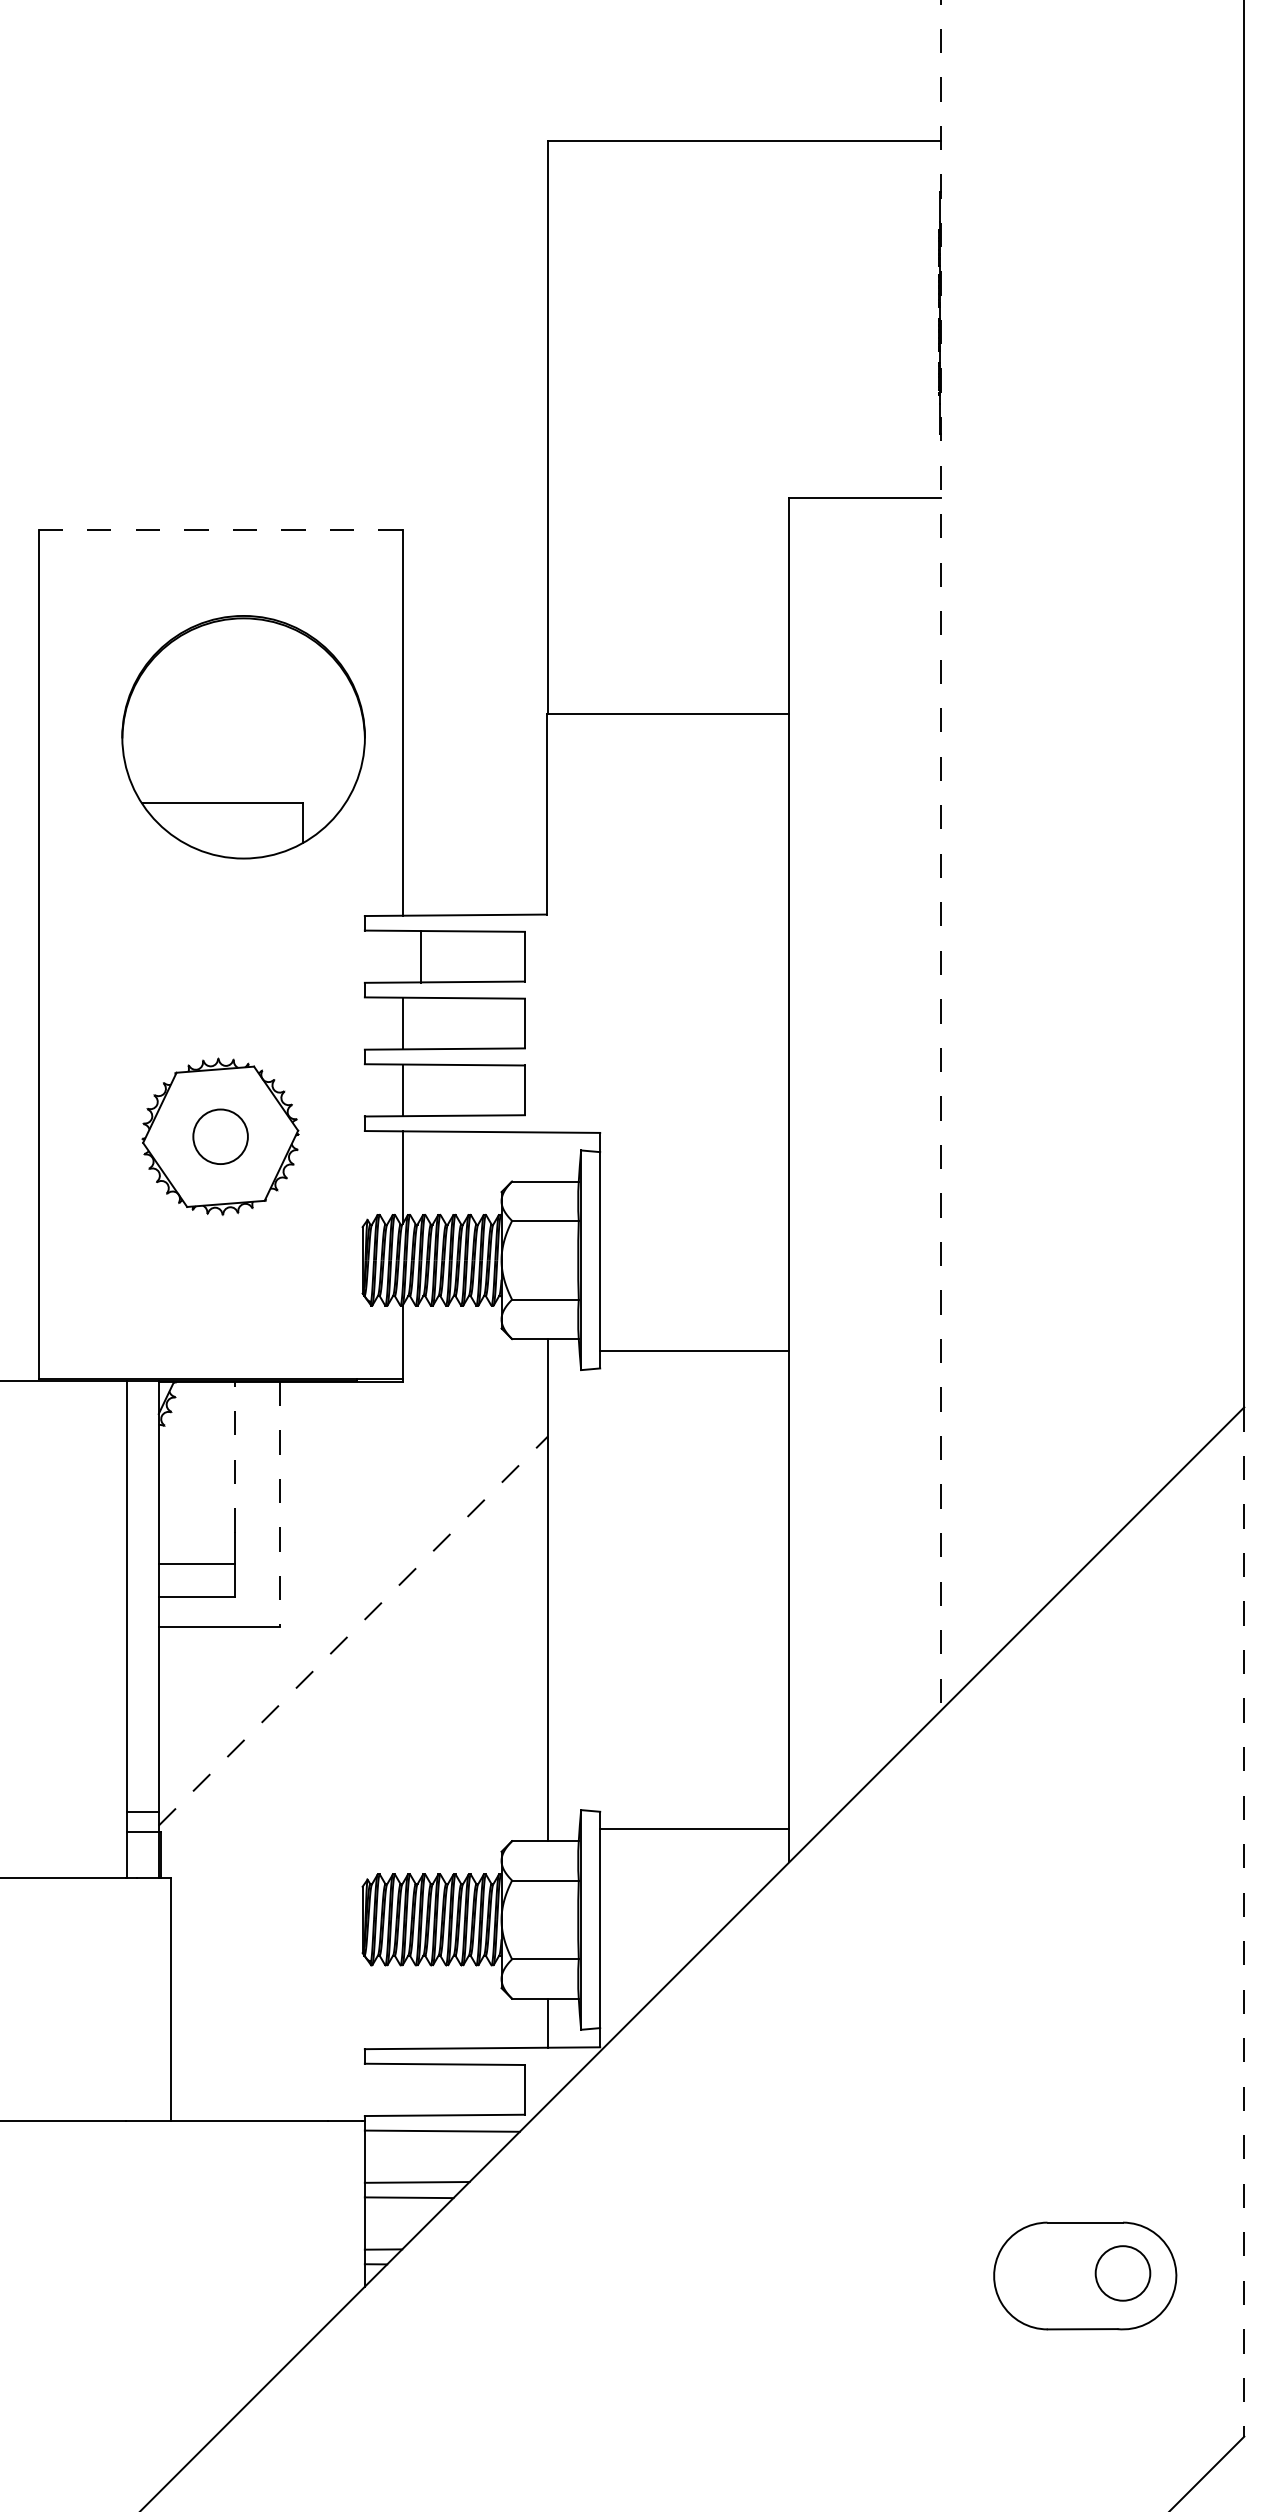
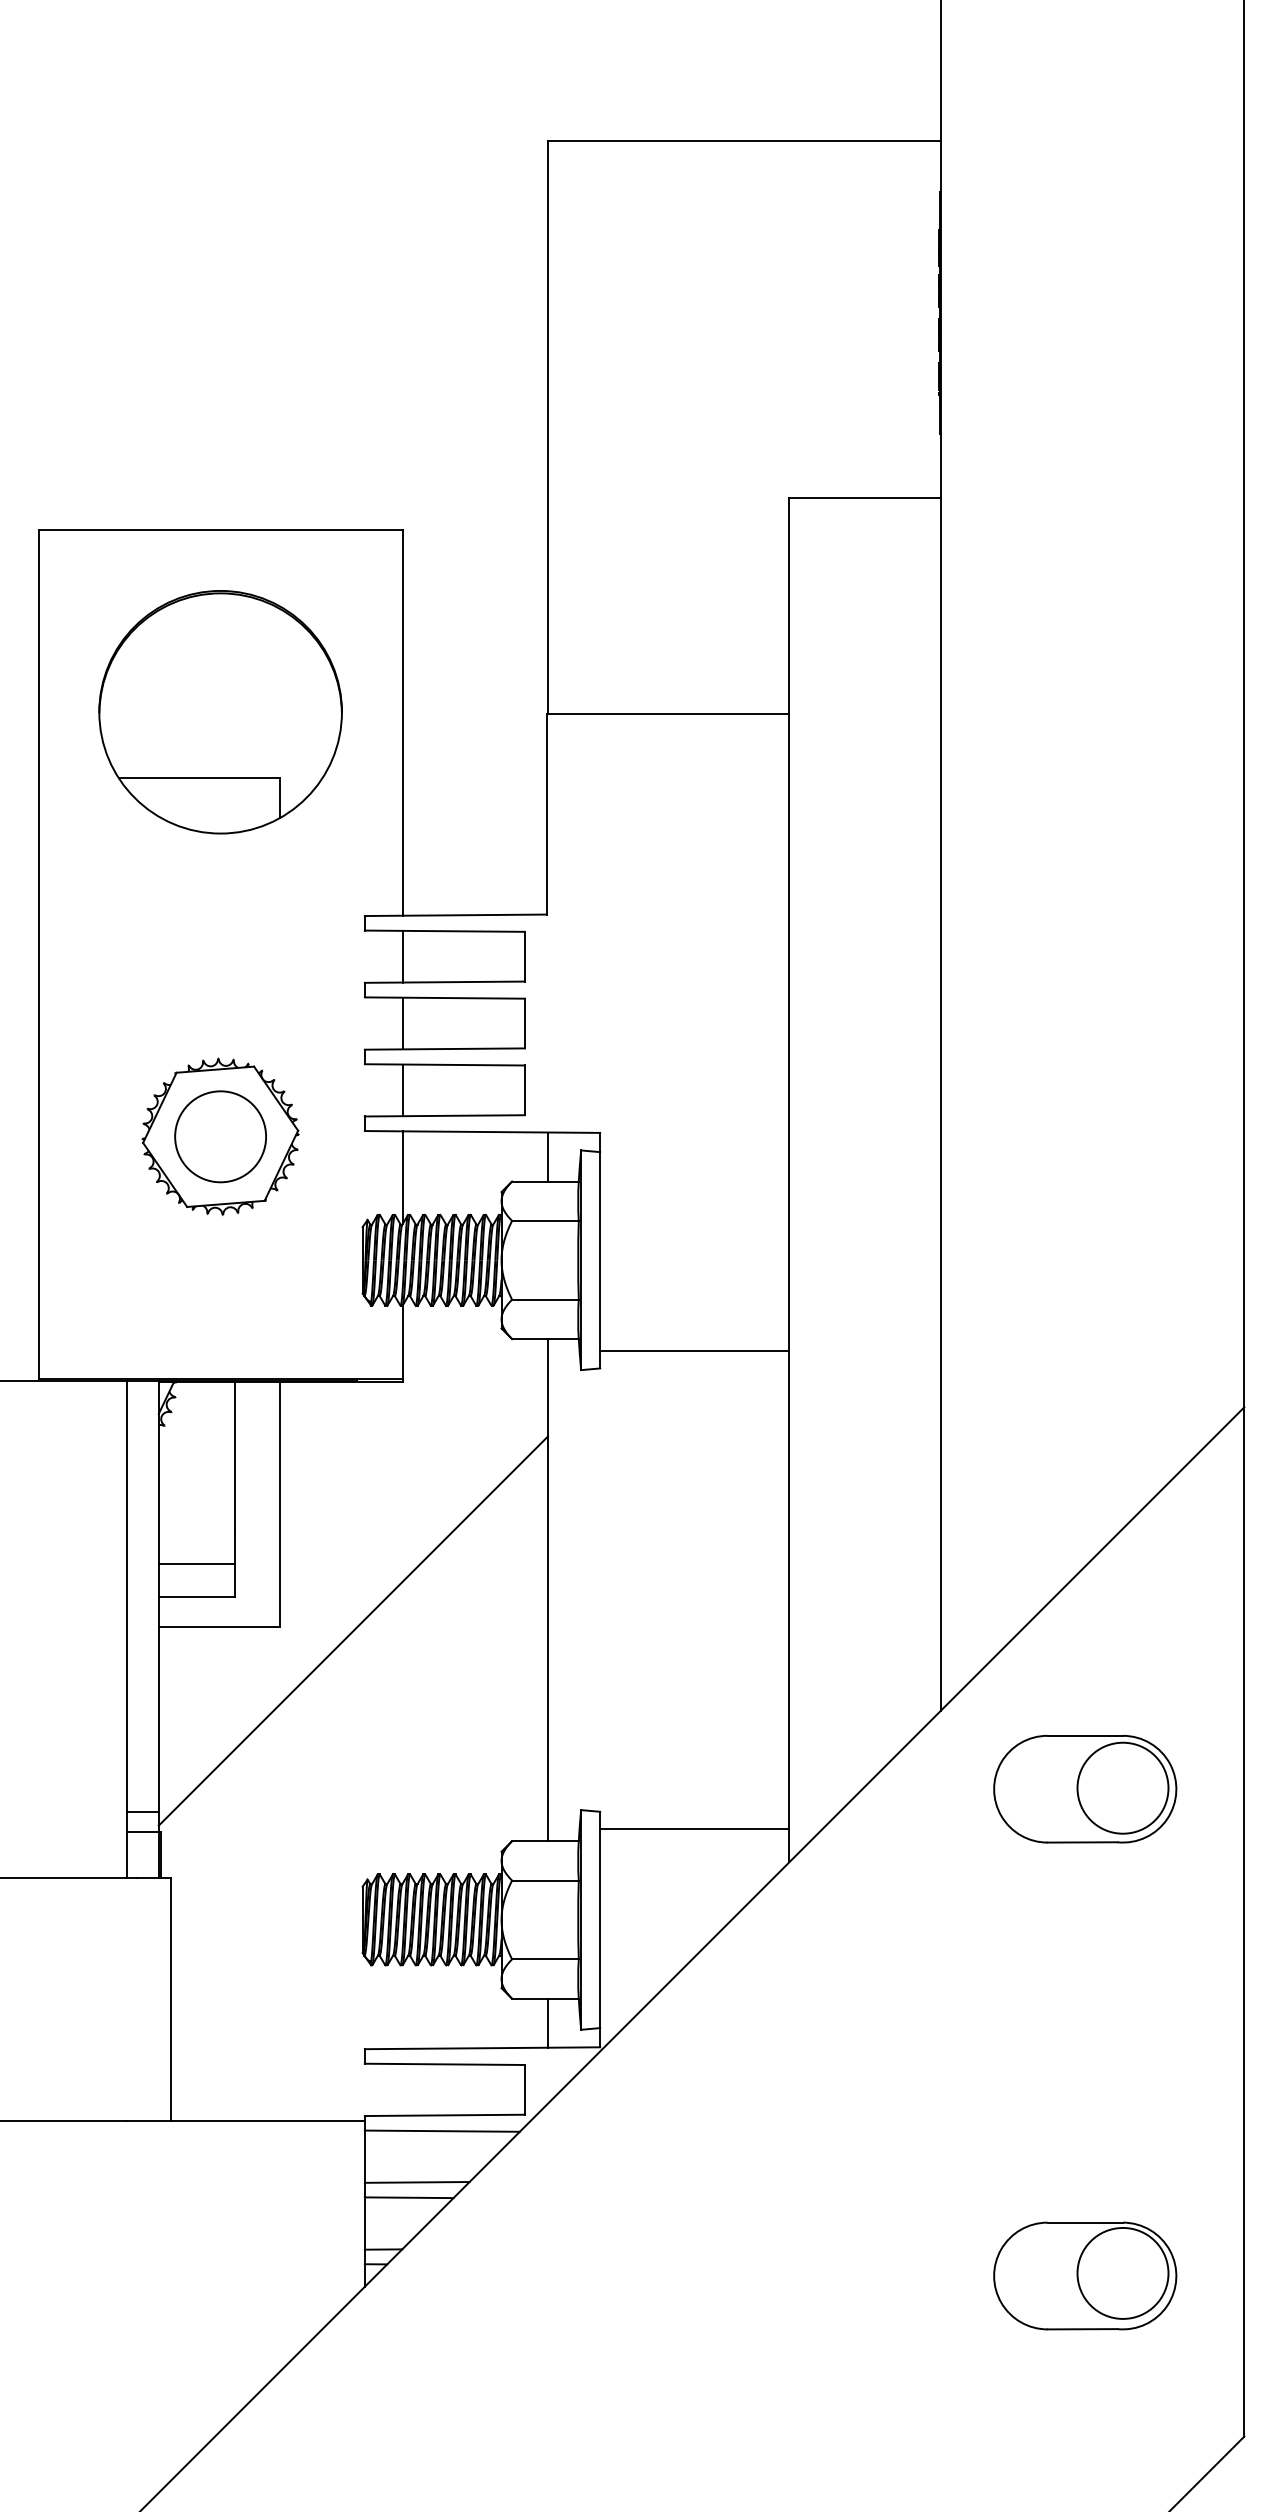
line at (220, 530): dashed -> solid
part at (243, 737) position: (243, 737) -> (220, 712)
line at (941, 856): dashed -> solid
line at (420, 956) position: (420, 956) -> (402, 956)
circle at (220, 1136) diameter: 55 px -> 91 px
line at (548, 1156): none -> present
line at (234, 1456): dashed -> solid
line at (279, 1504): dashed -> solid
line at (353, 1630): dashed -> solid
part at (1085, 1789): none -> present
line at (1244, 1921): dashed -> solid
circle at (1122, 2273) diameter: 55 px -> 91 px
